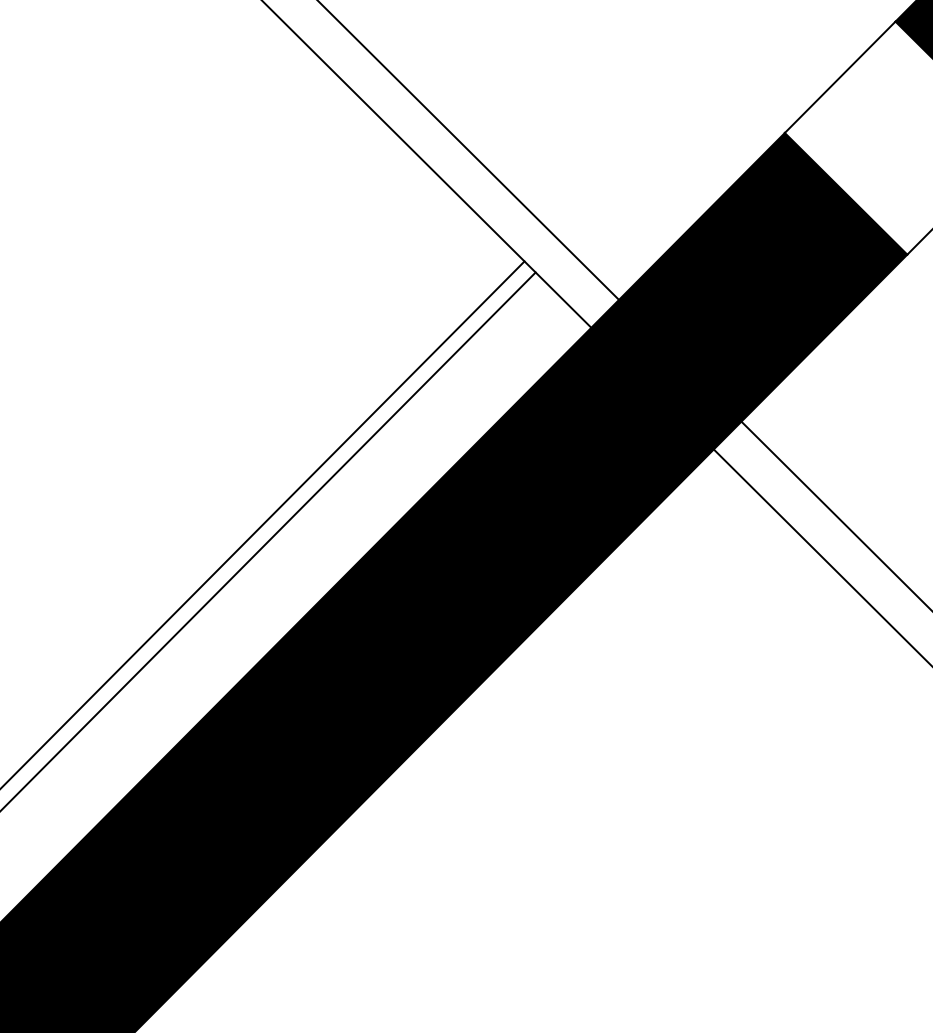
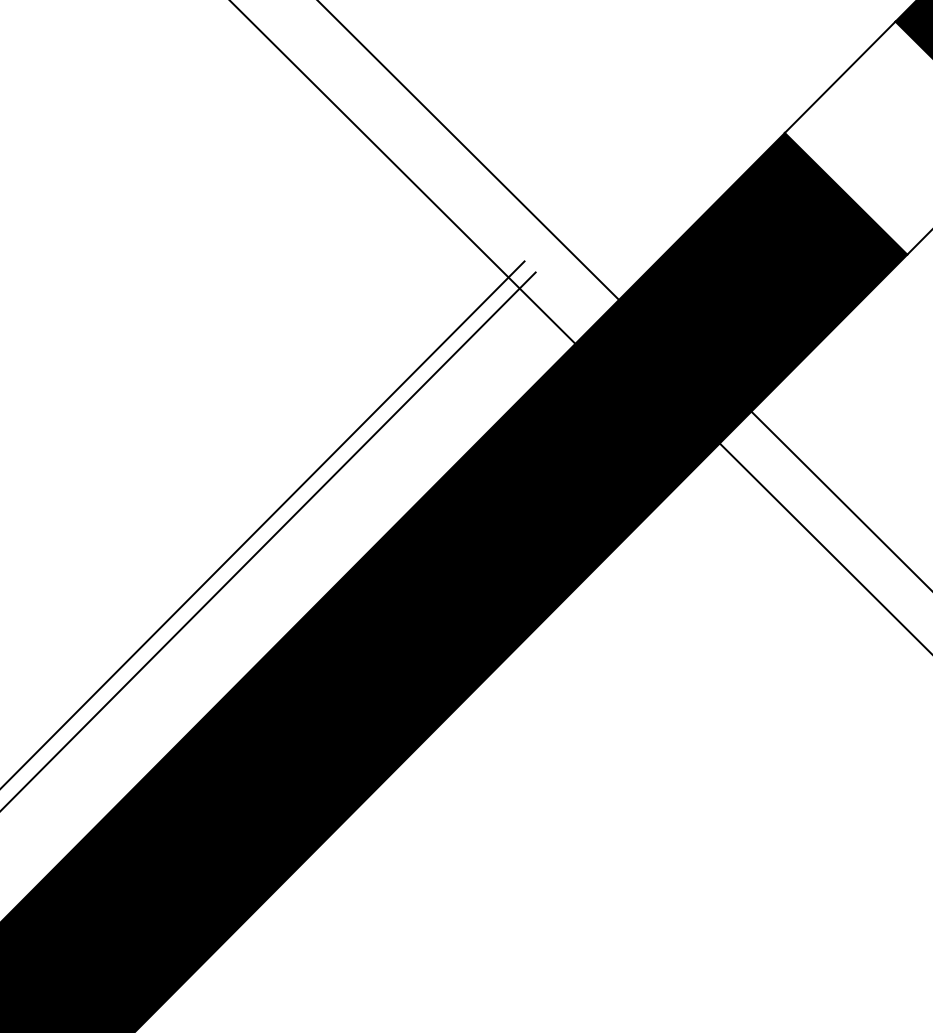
line at (427, 164) position: (427, 164) -> (403, 172)
line at (835, 514) position: (835, 514) -> (840, 499)
line at (821, 556) position: (821, 556) -> (824, 547)
